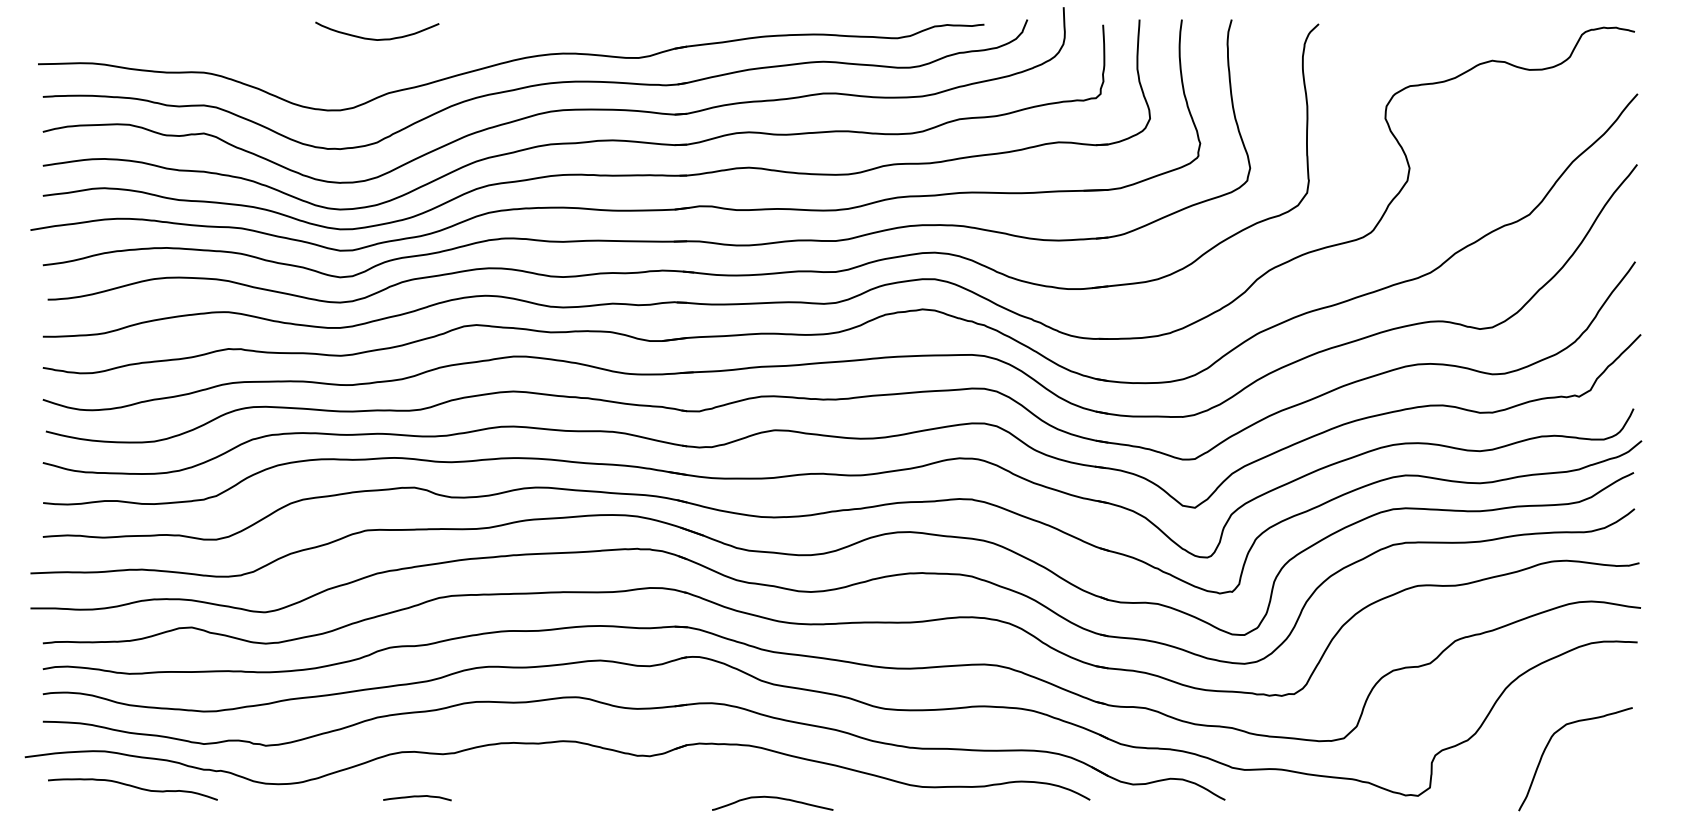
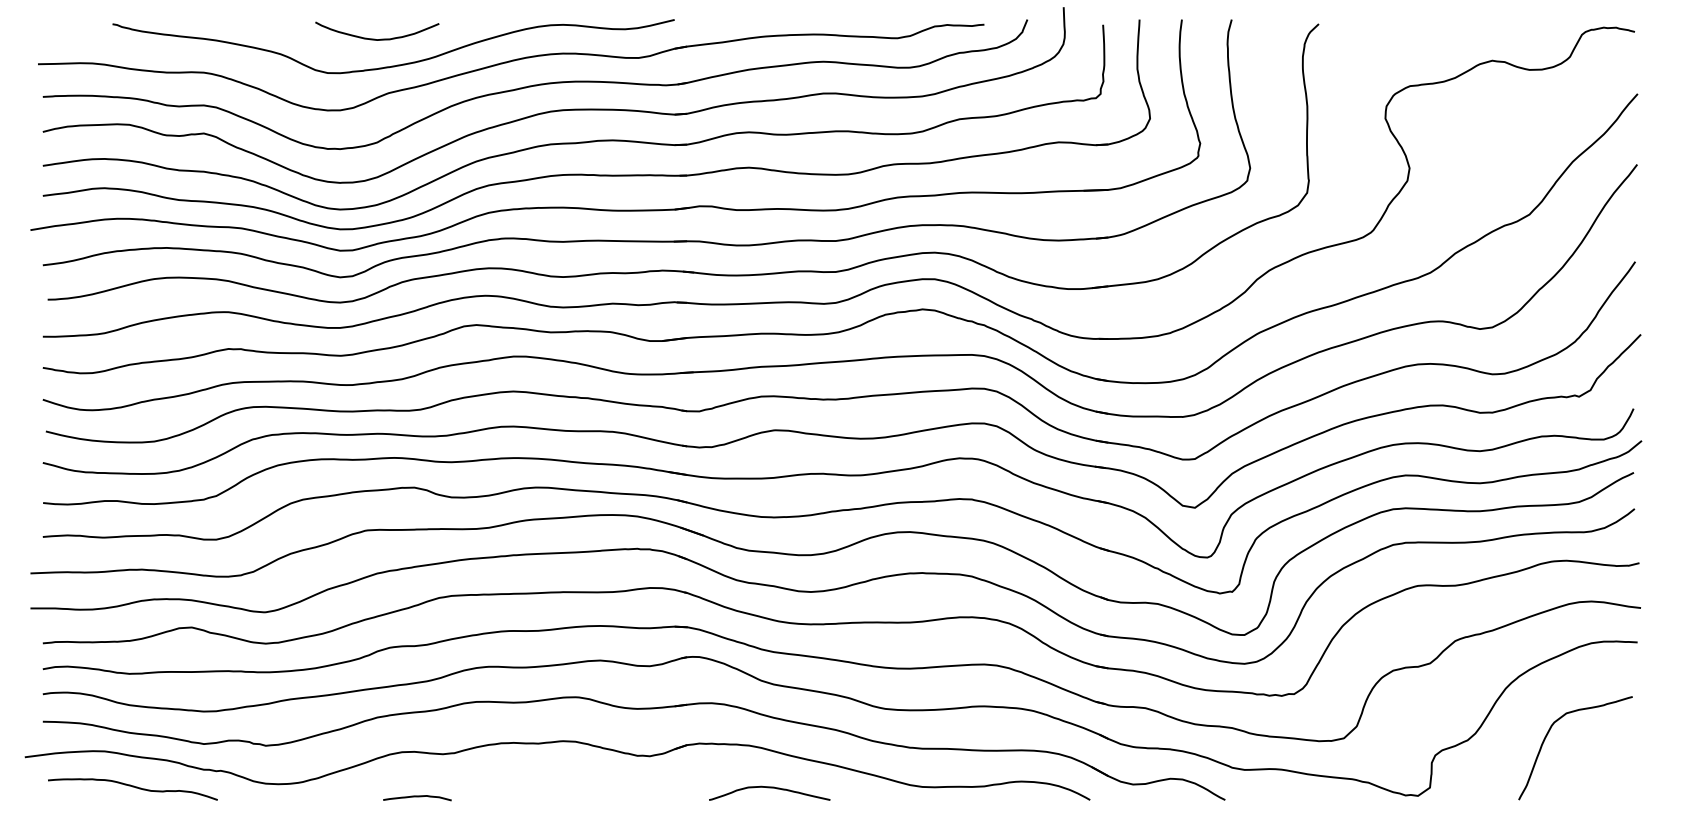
curve at (397, 64): none -> present
curve at (1548, 745) position: (1548, 745) -> (1548, 734)
curve at (772, 798) position: (772, 798) -> (769, 788)
